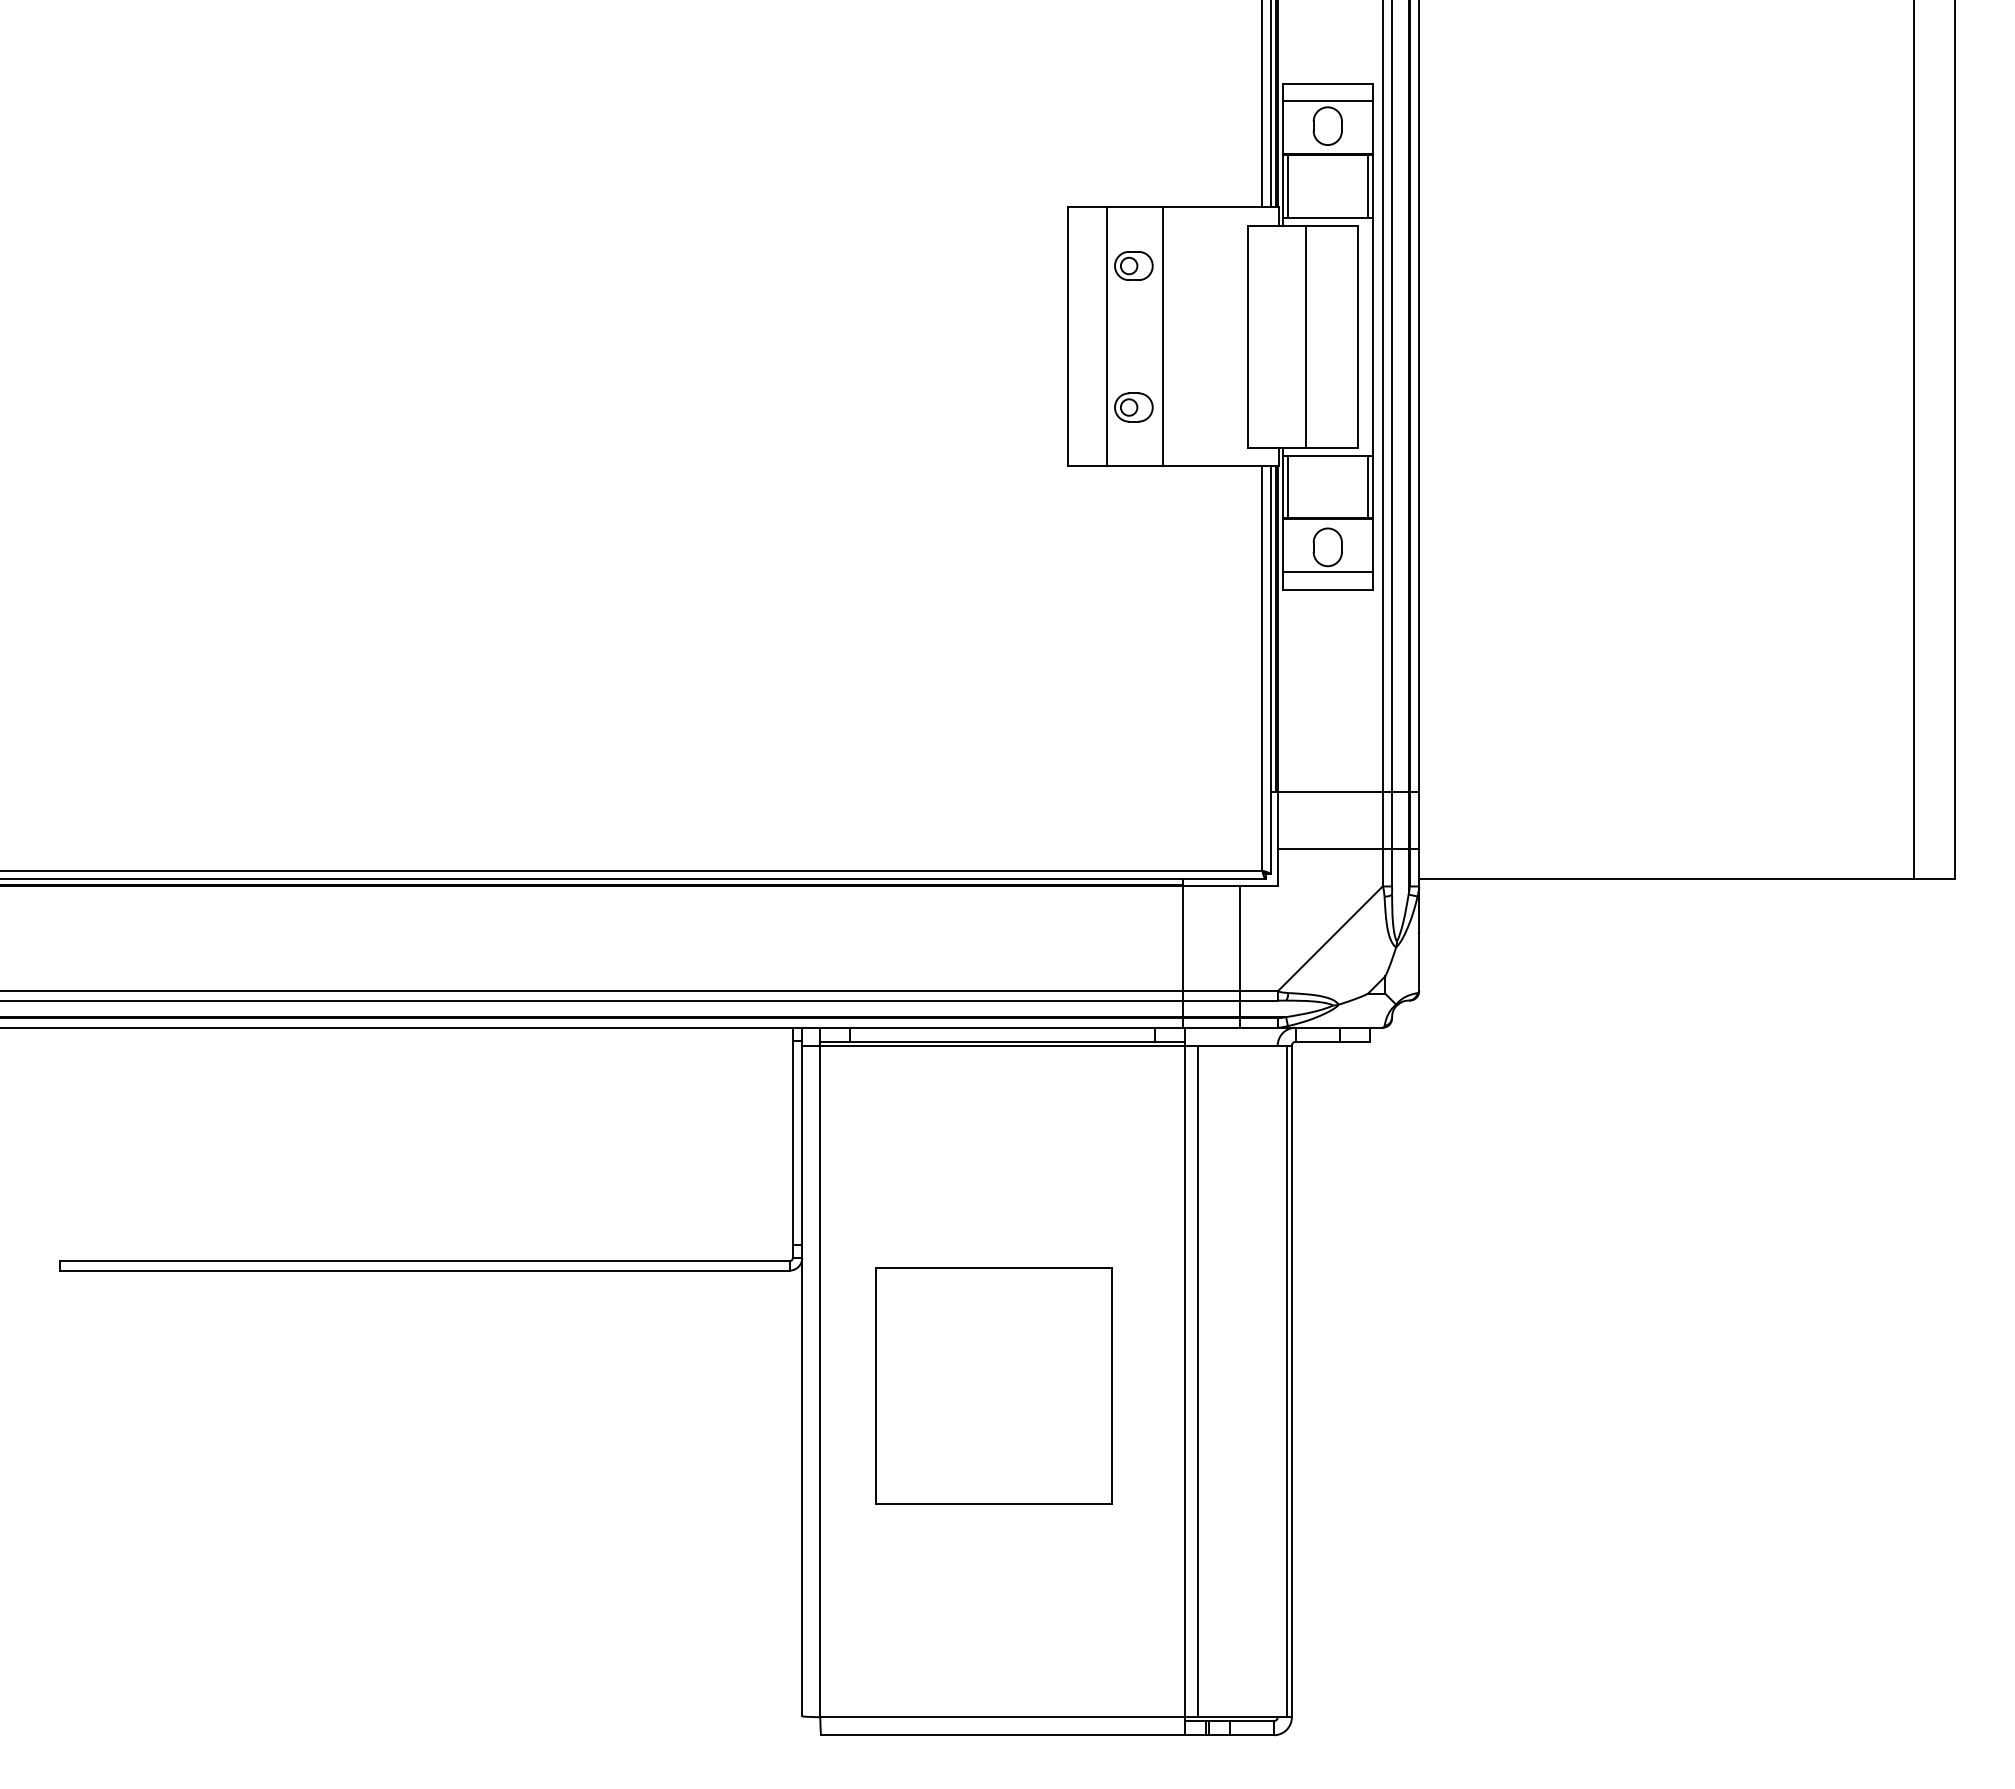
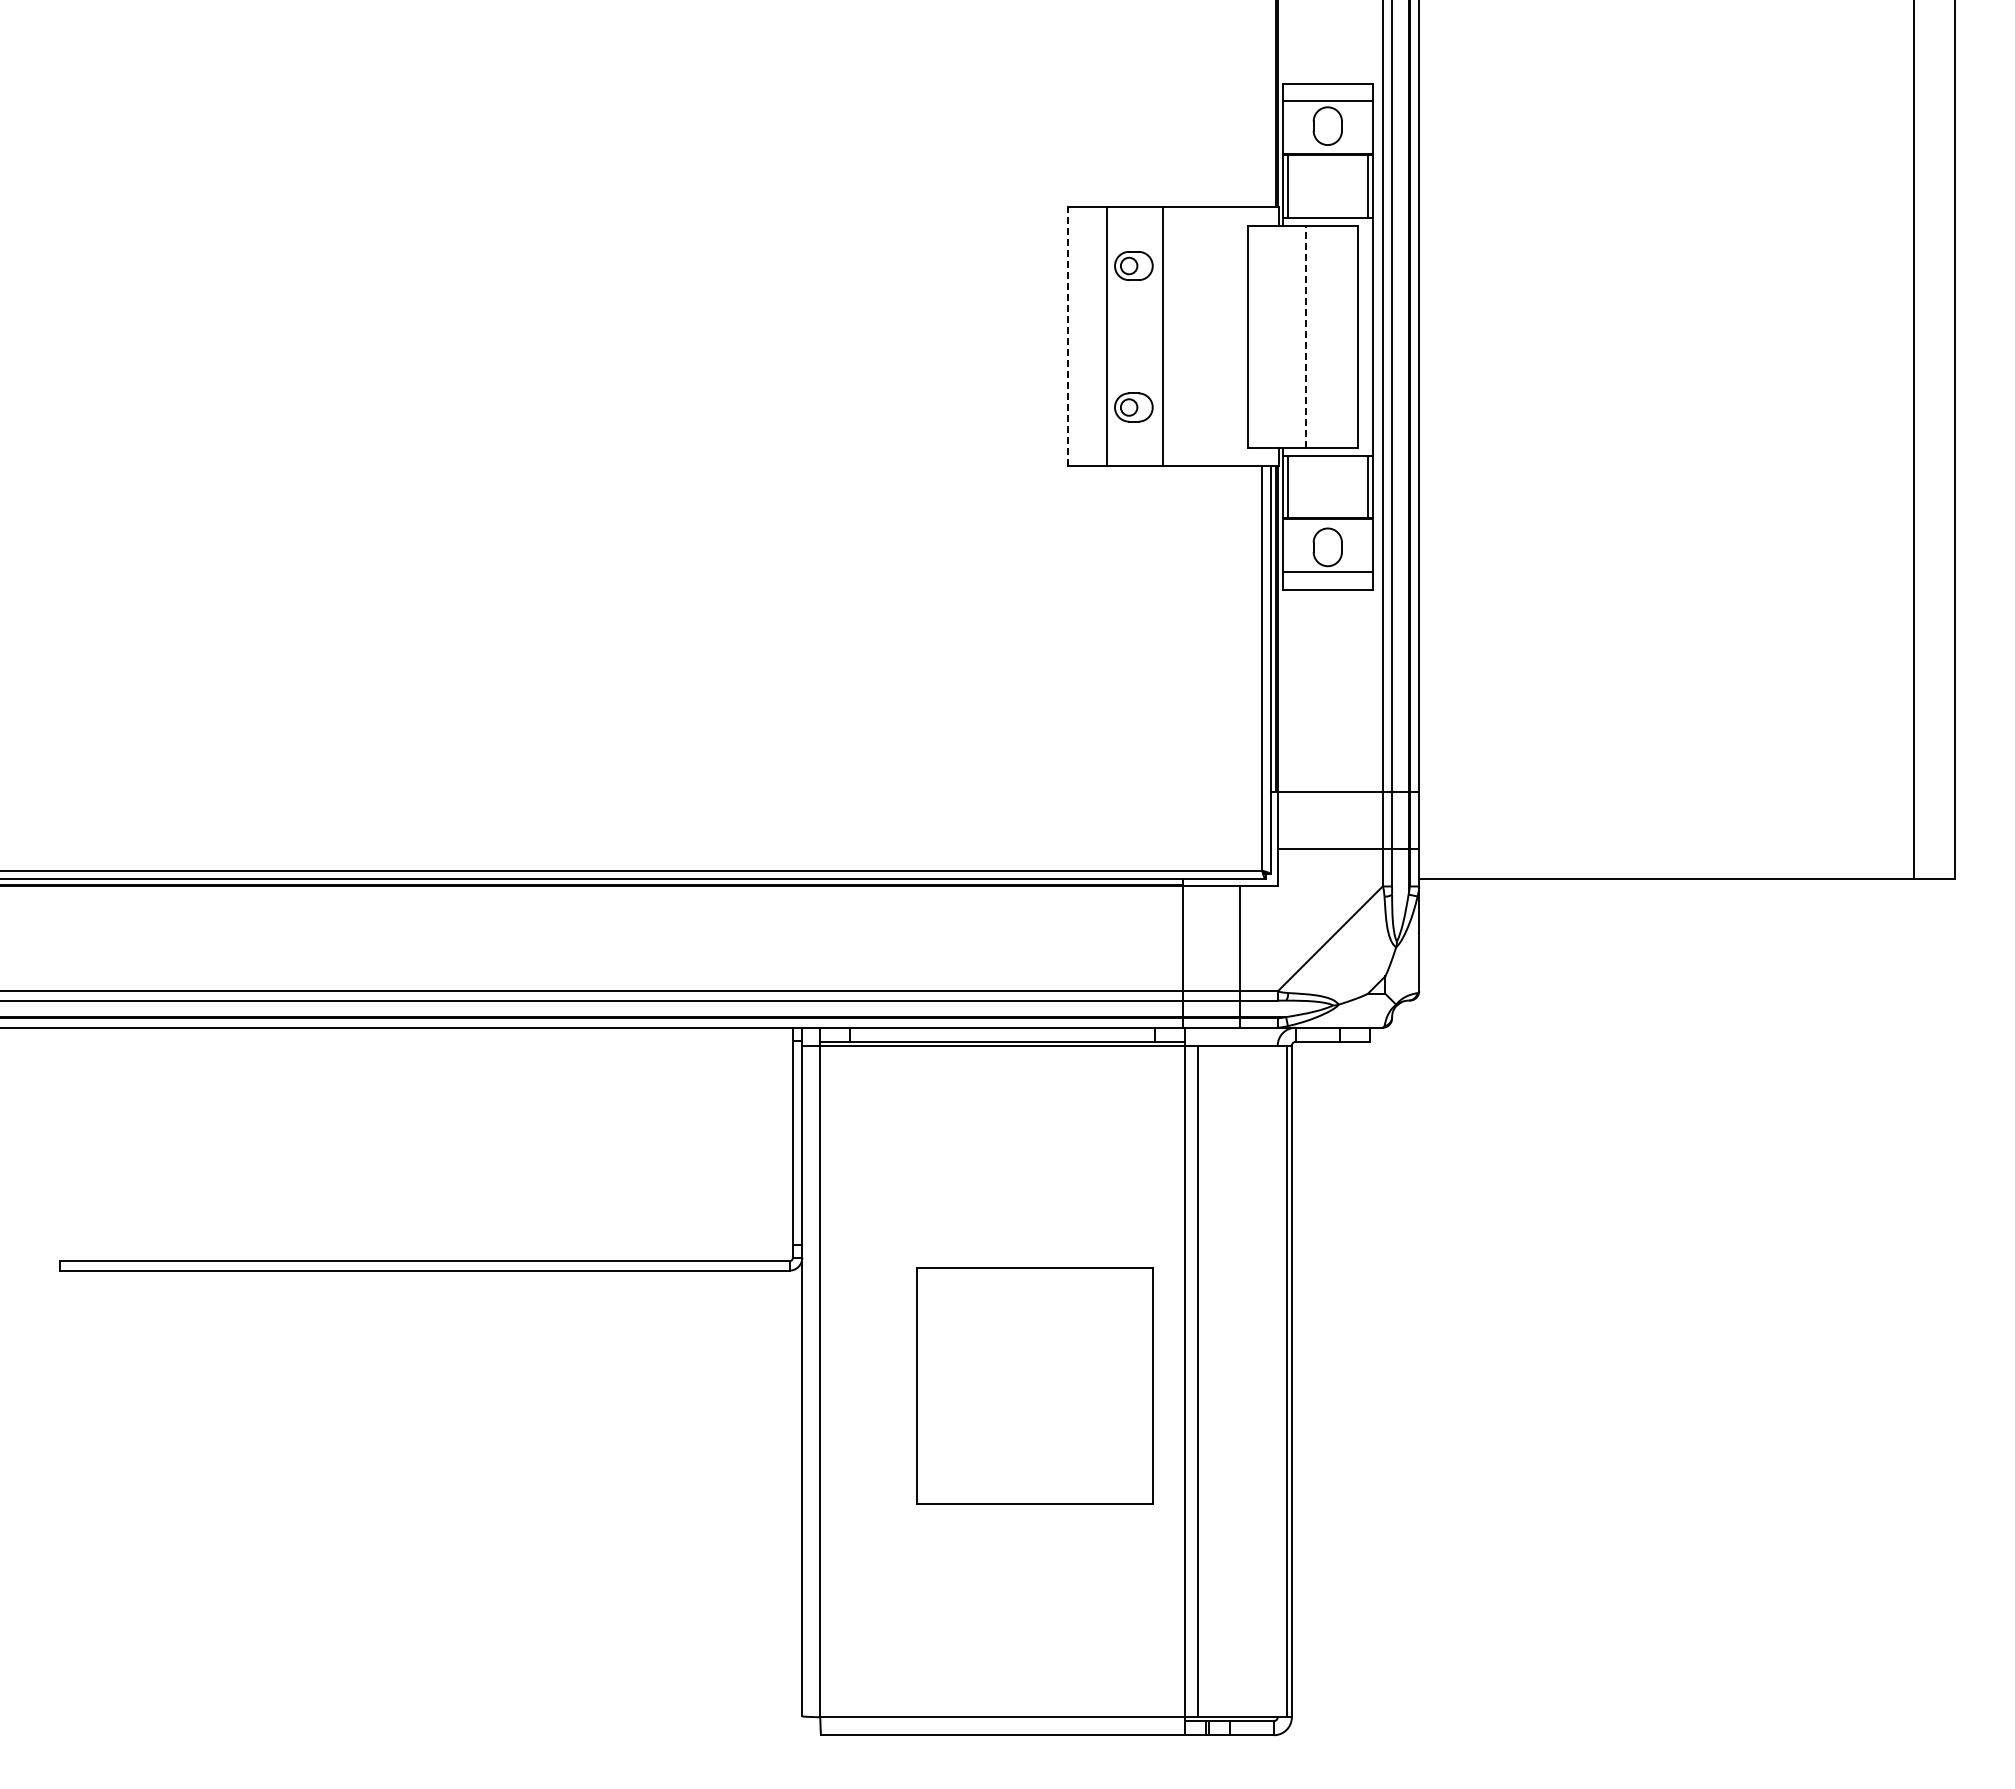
line at (1262, 104): present -> none
line at (1270, 104): present -> none
line at (1067, 336): solid -> dashed
line at (1306, 336): solid -> dashed
part at (993, 1385) position: (993, 1385) -> (1034, 1385)
